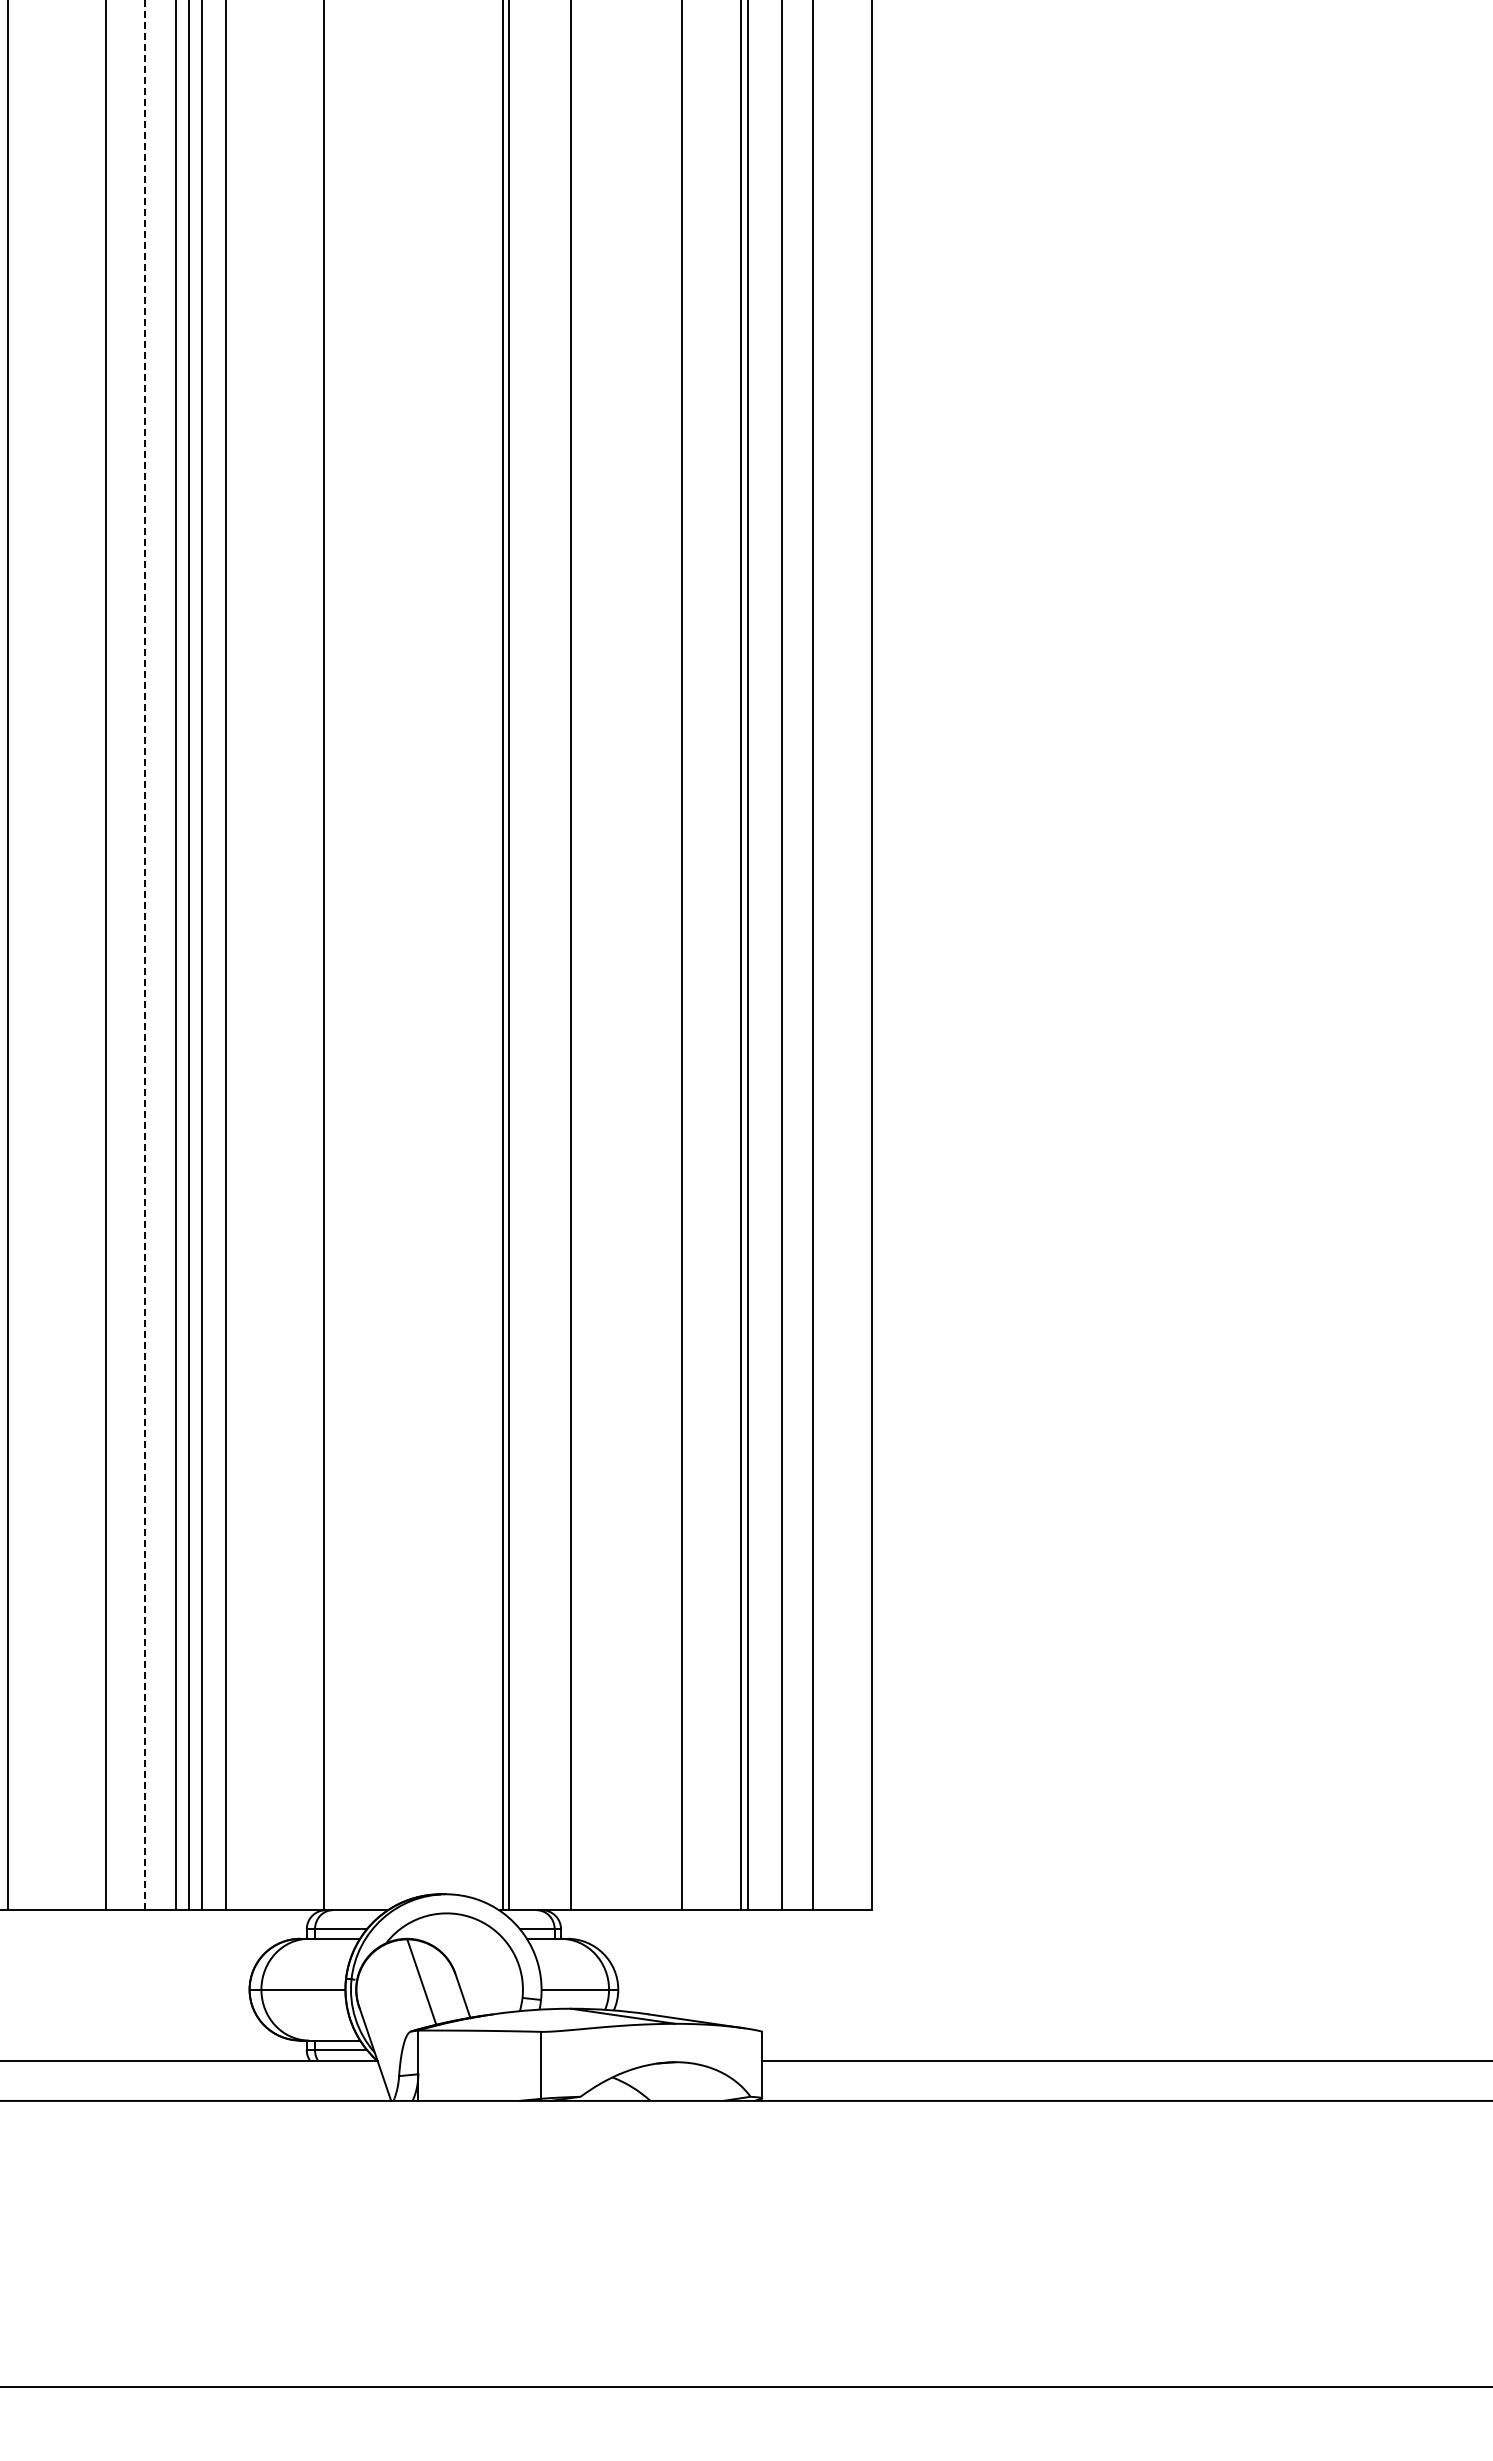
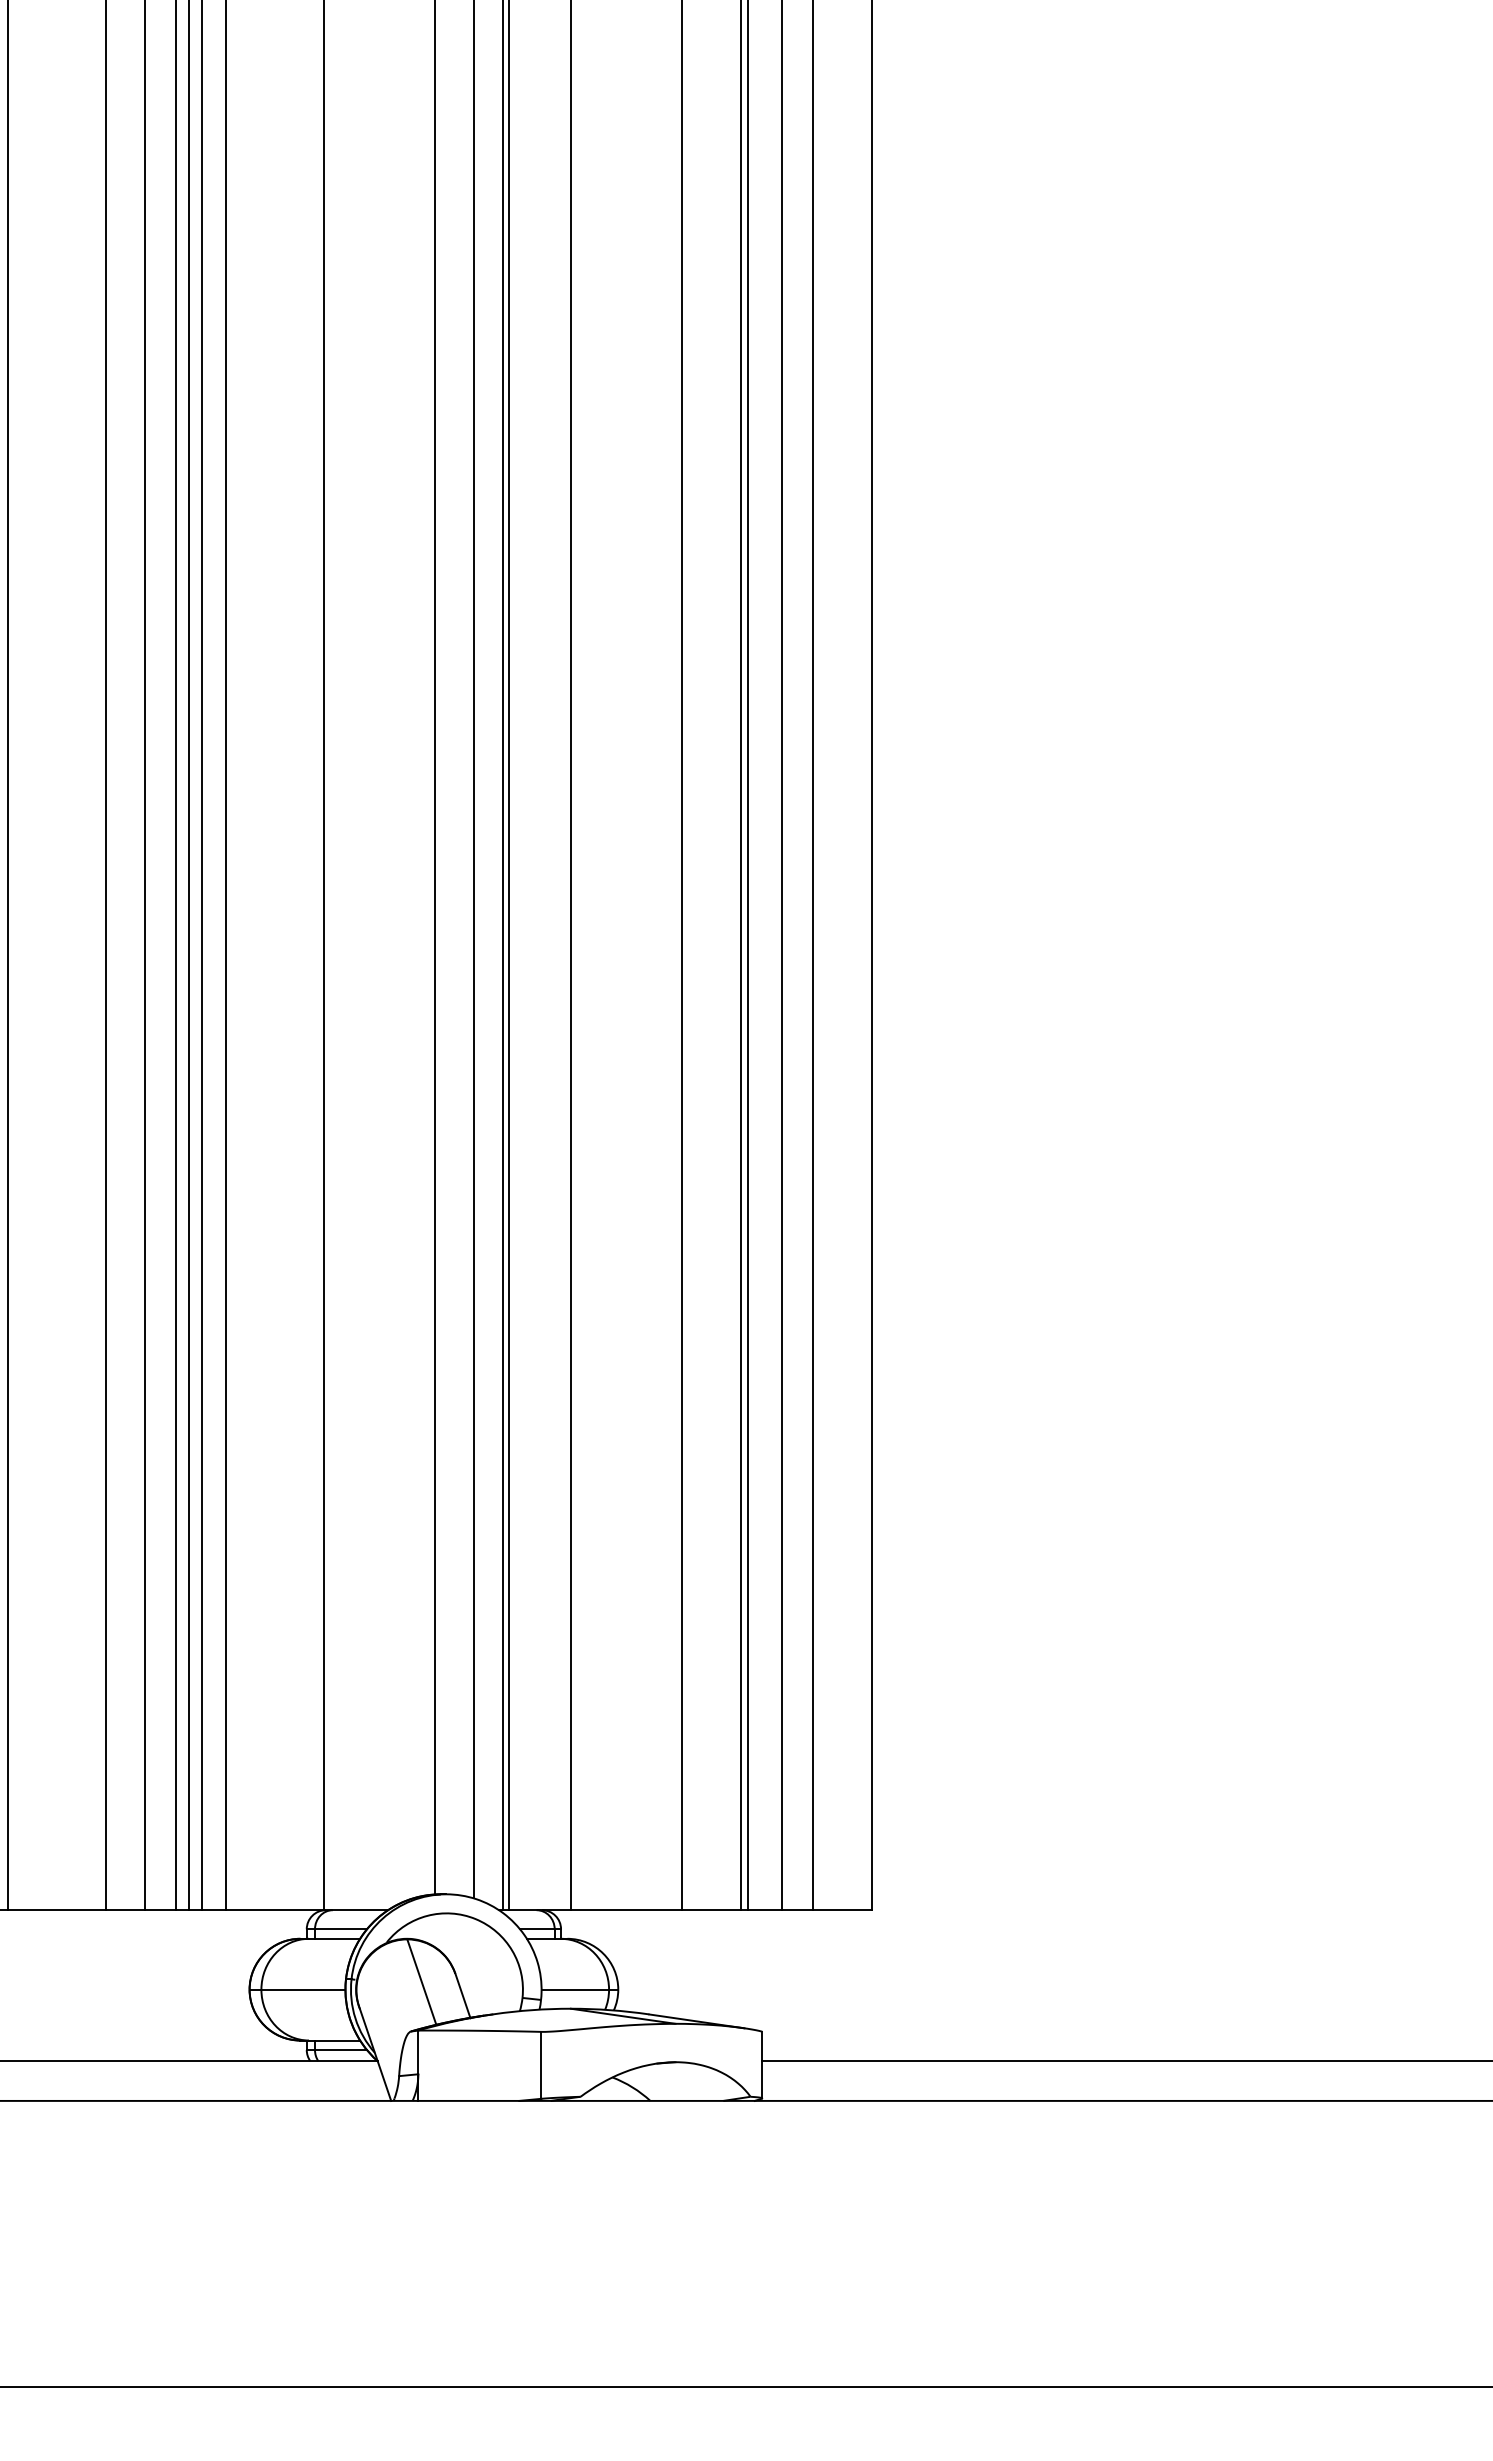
line at (435, 948): none -> present
line at (473, 950): none -> present
line at (144, 955): dashed -> solid
